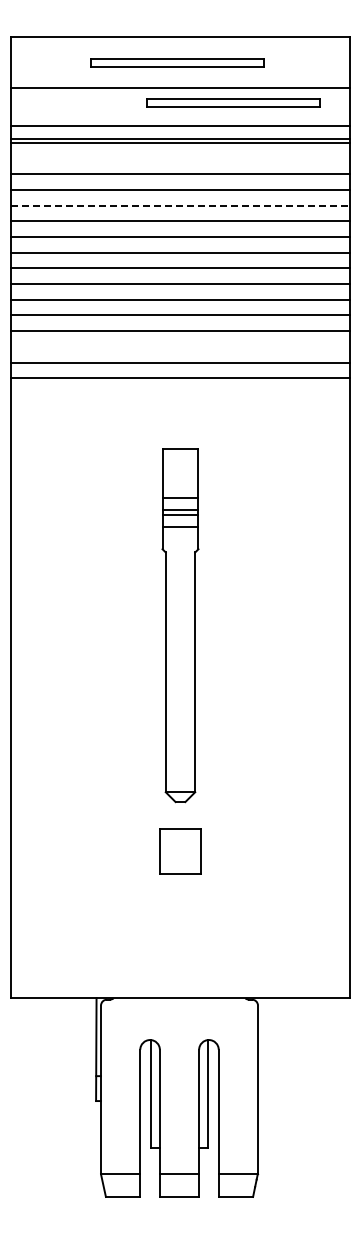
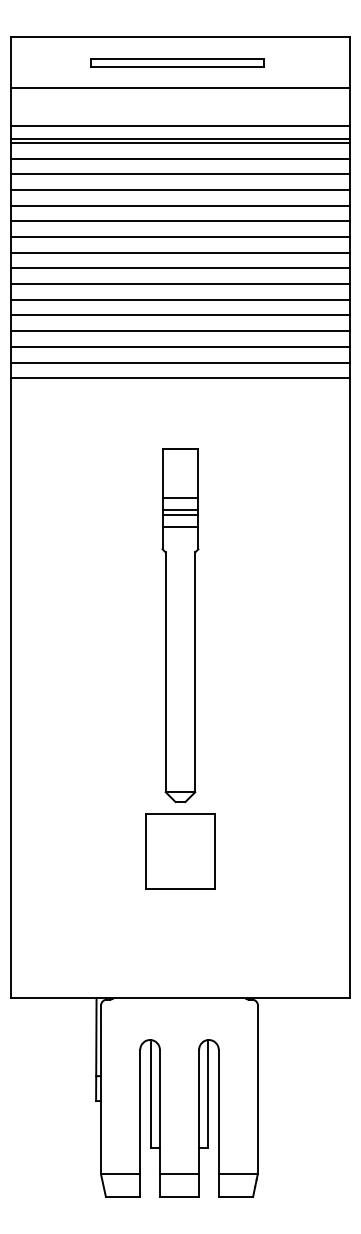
part at (233, 102): present -> none
line at (180, 158): none -> present
line at (180, 205): dashed -> solid
line at (180, 346): none -> present
part at (180, 851) size: 43x47 px -> 71x77 px
